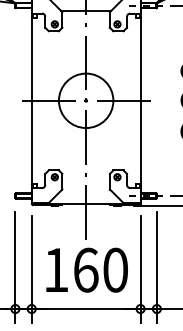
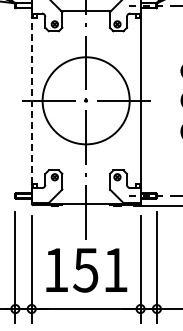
line at (31, 100): solid -> dashed
circle at (85, 100) diameter: 54 px -> 87 px
text at (100, 269): 160 -> 151
